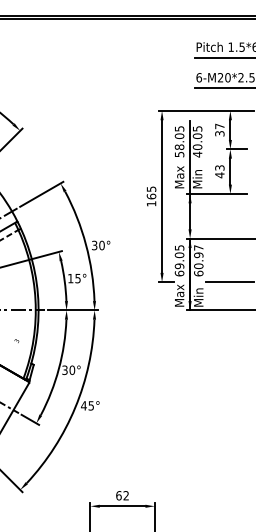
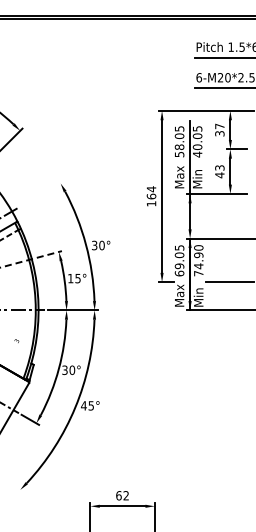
text at (151, 189): 165 -> 164
line at (41, 193): present -> none
line at (31, 259): solid -> dashed
text at (198, 260): 60.97 -> 74.90
line at (12, 482): present -> none
